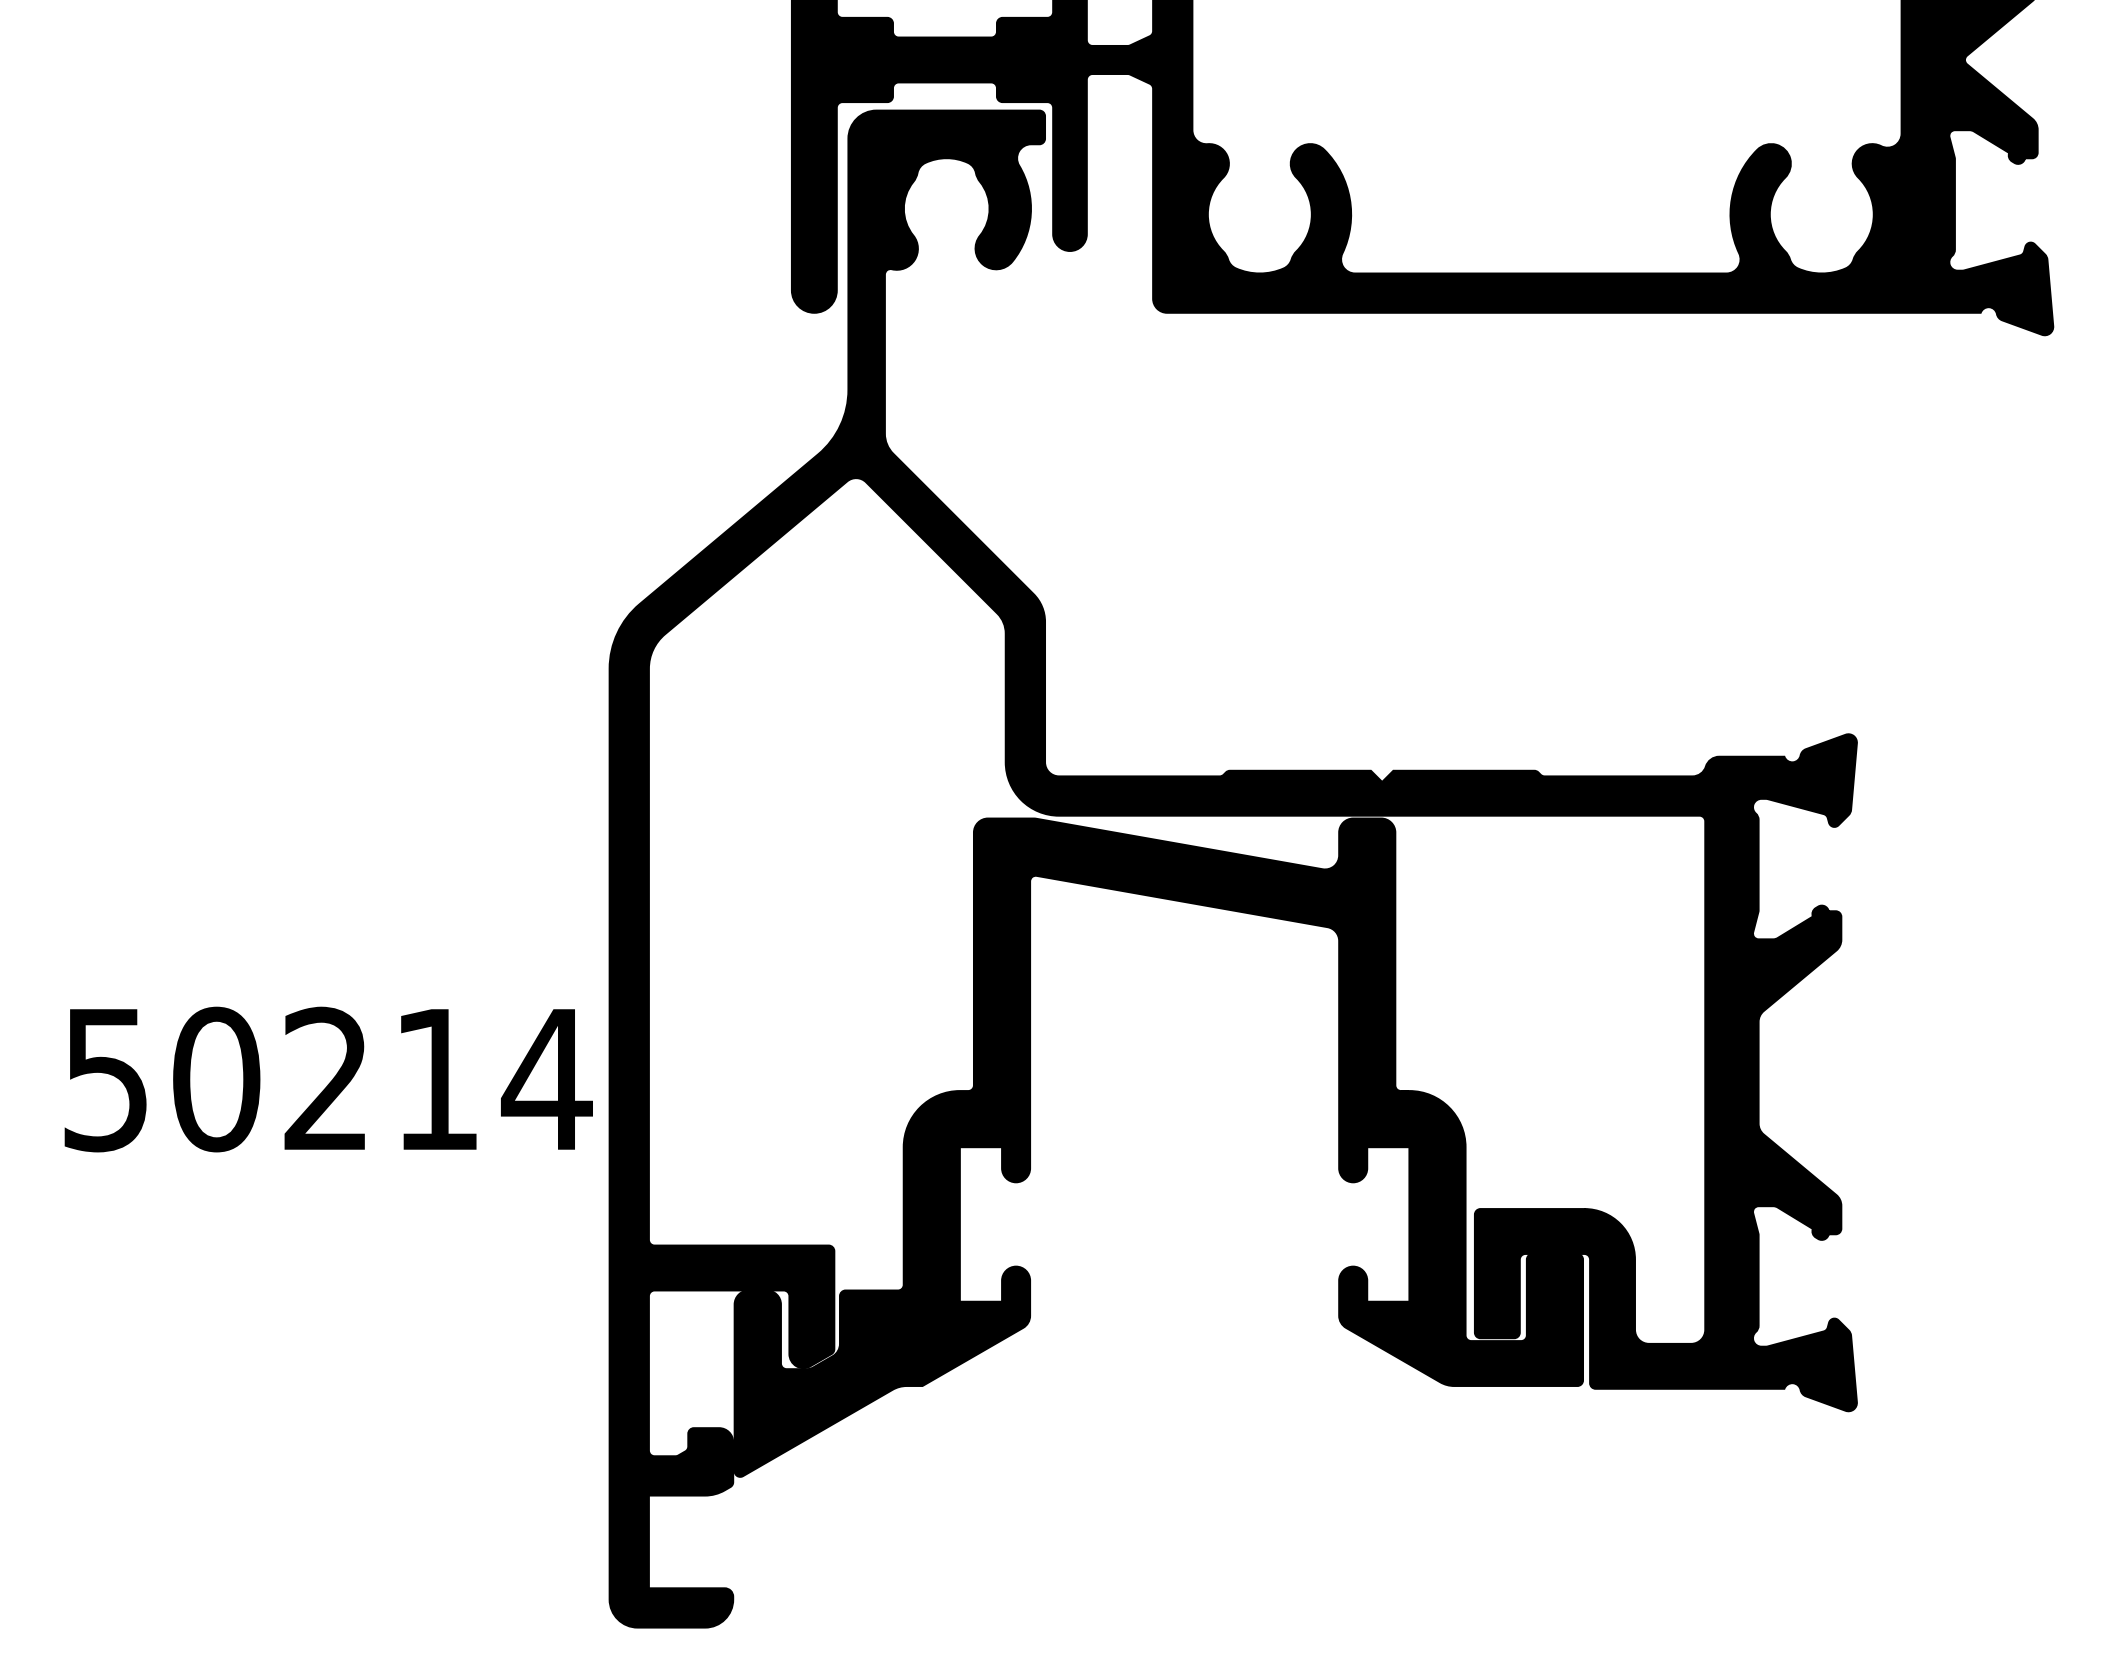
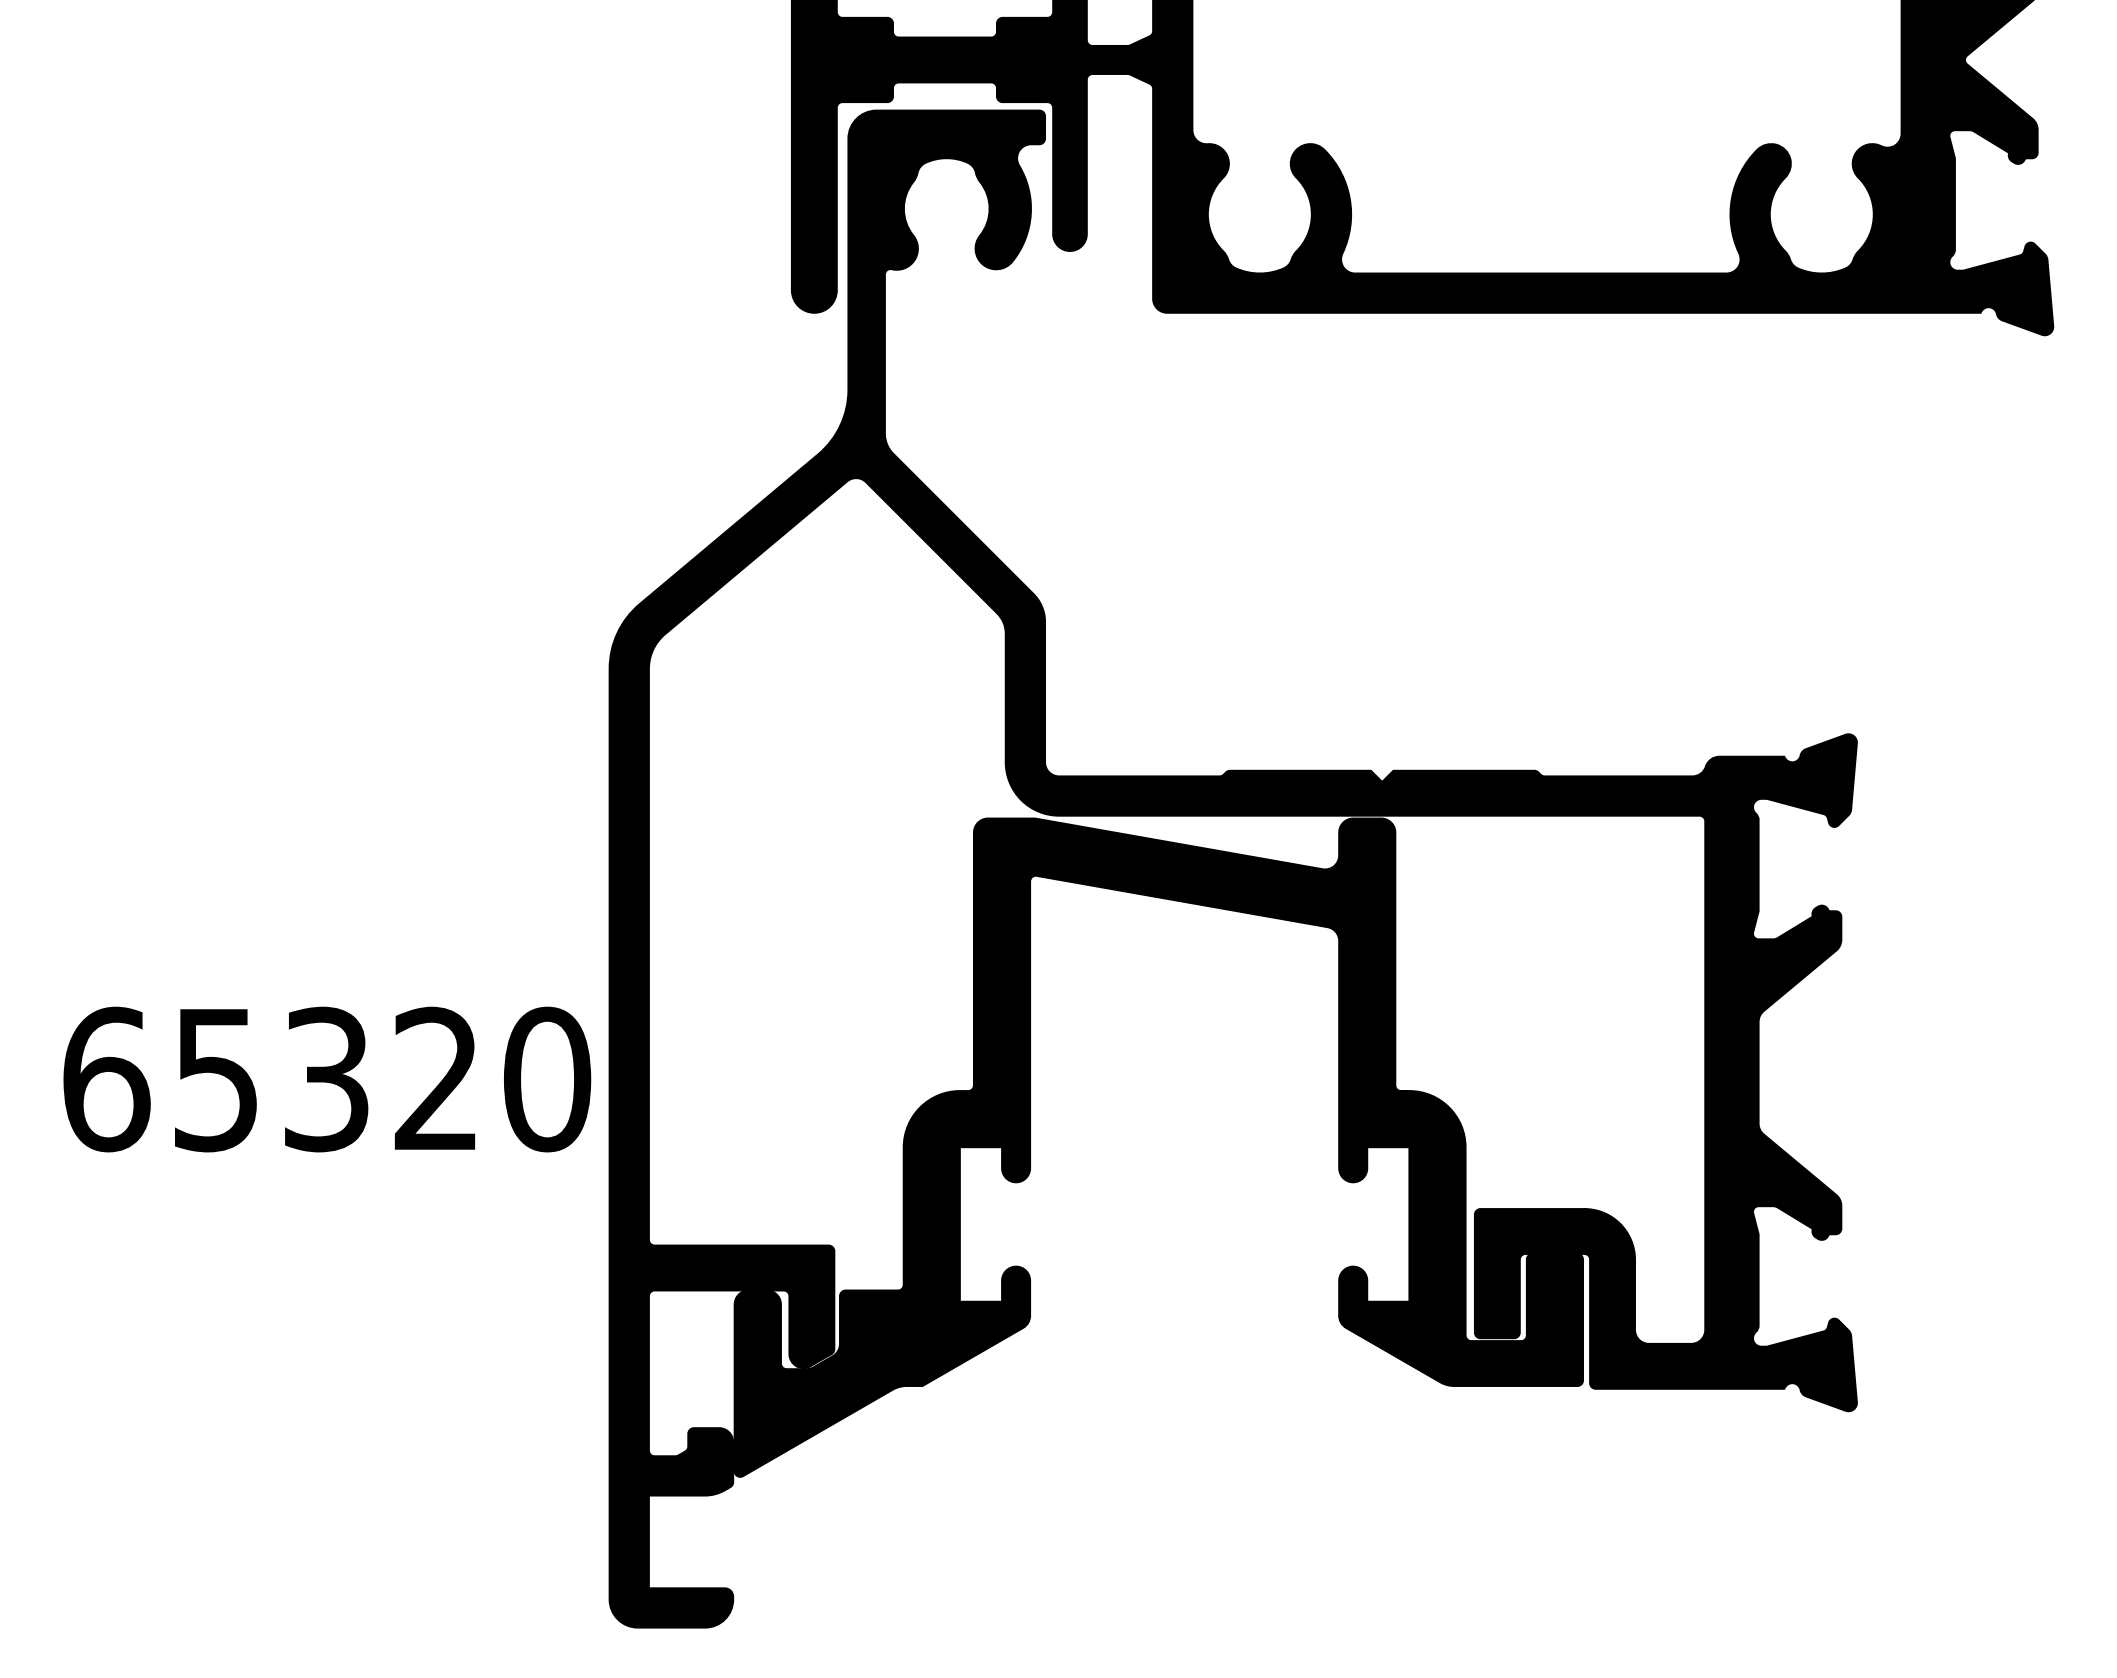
text at (327, 1079): 50214 -> 65320
